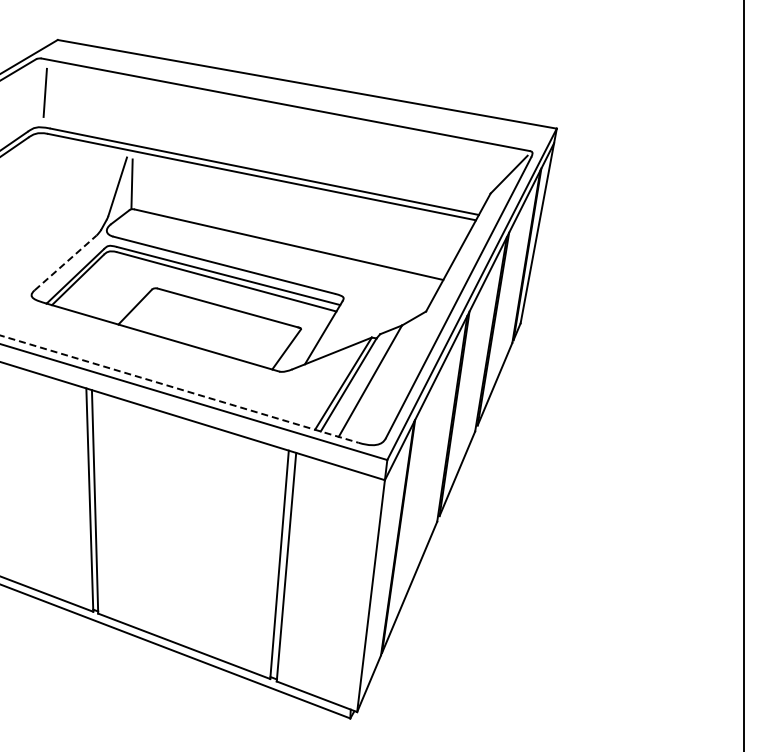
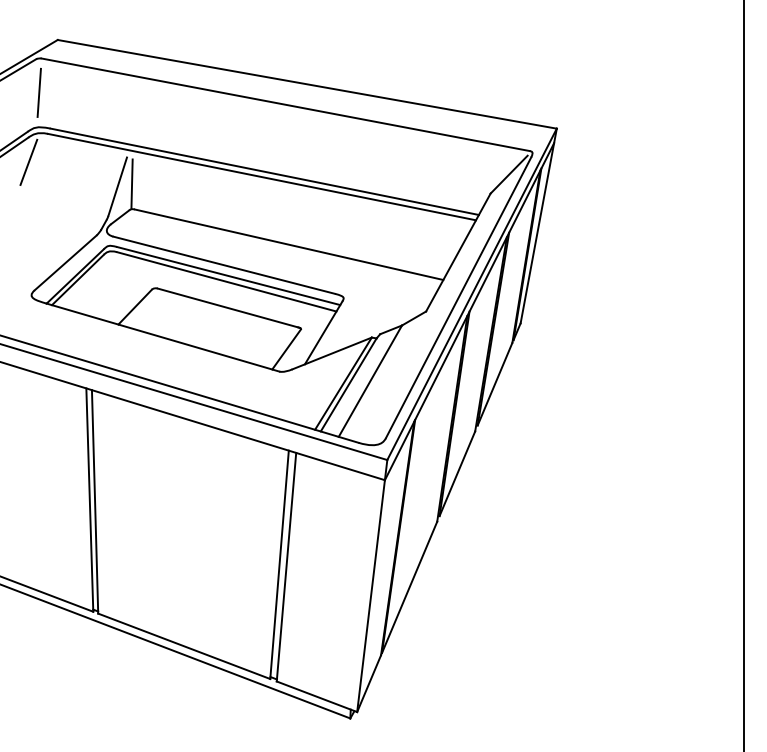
line at (44, 92) position: (44, 92) -> (38, 92)
line at (28, 161): none -> present
line at (65, 262): dashed -> solid
line at (179, 389): dashed -> solid
